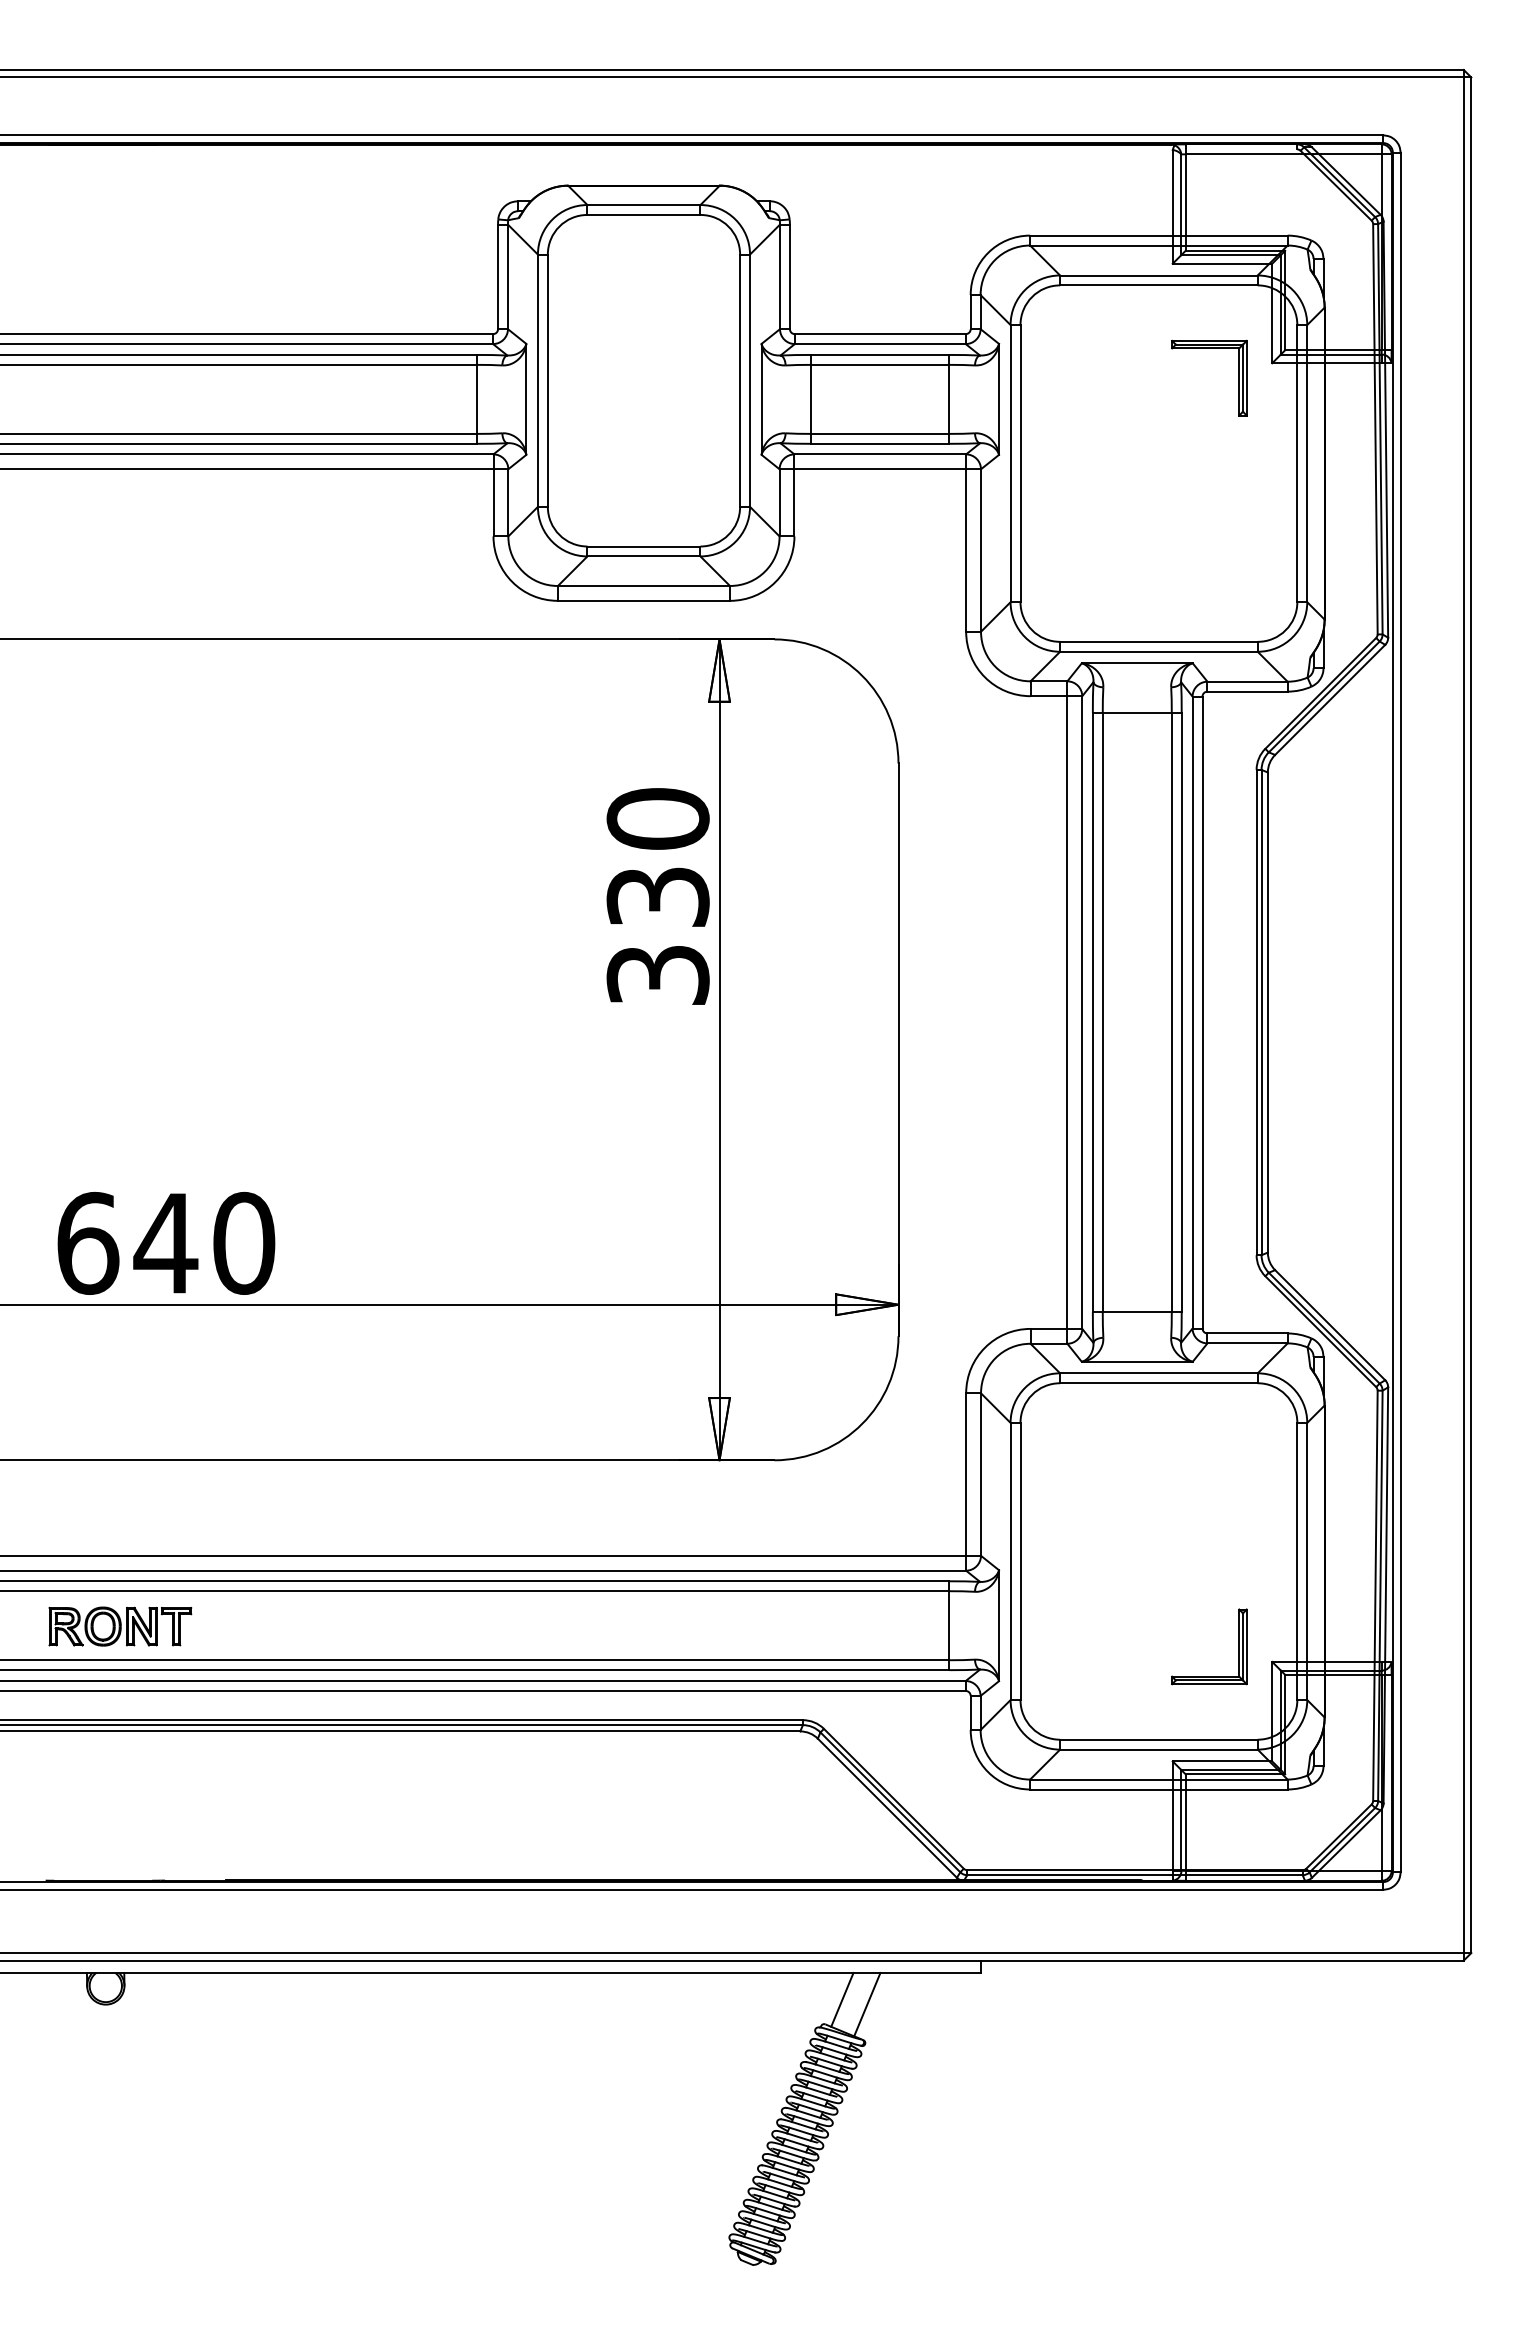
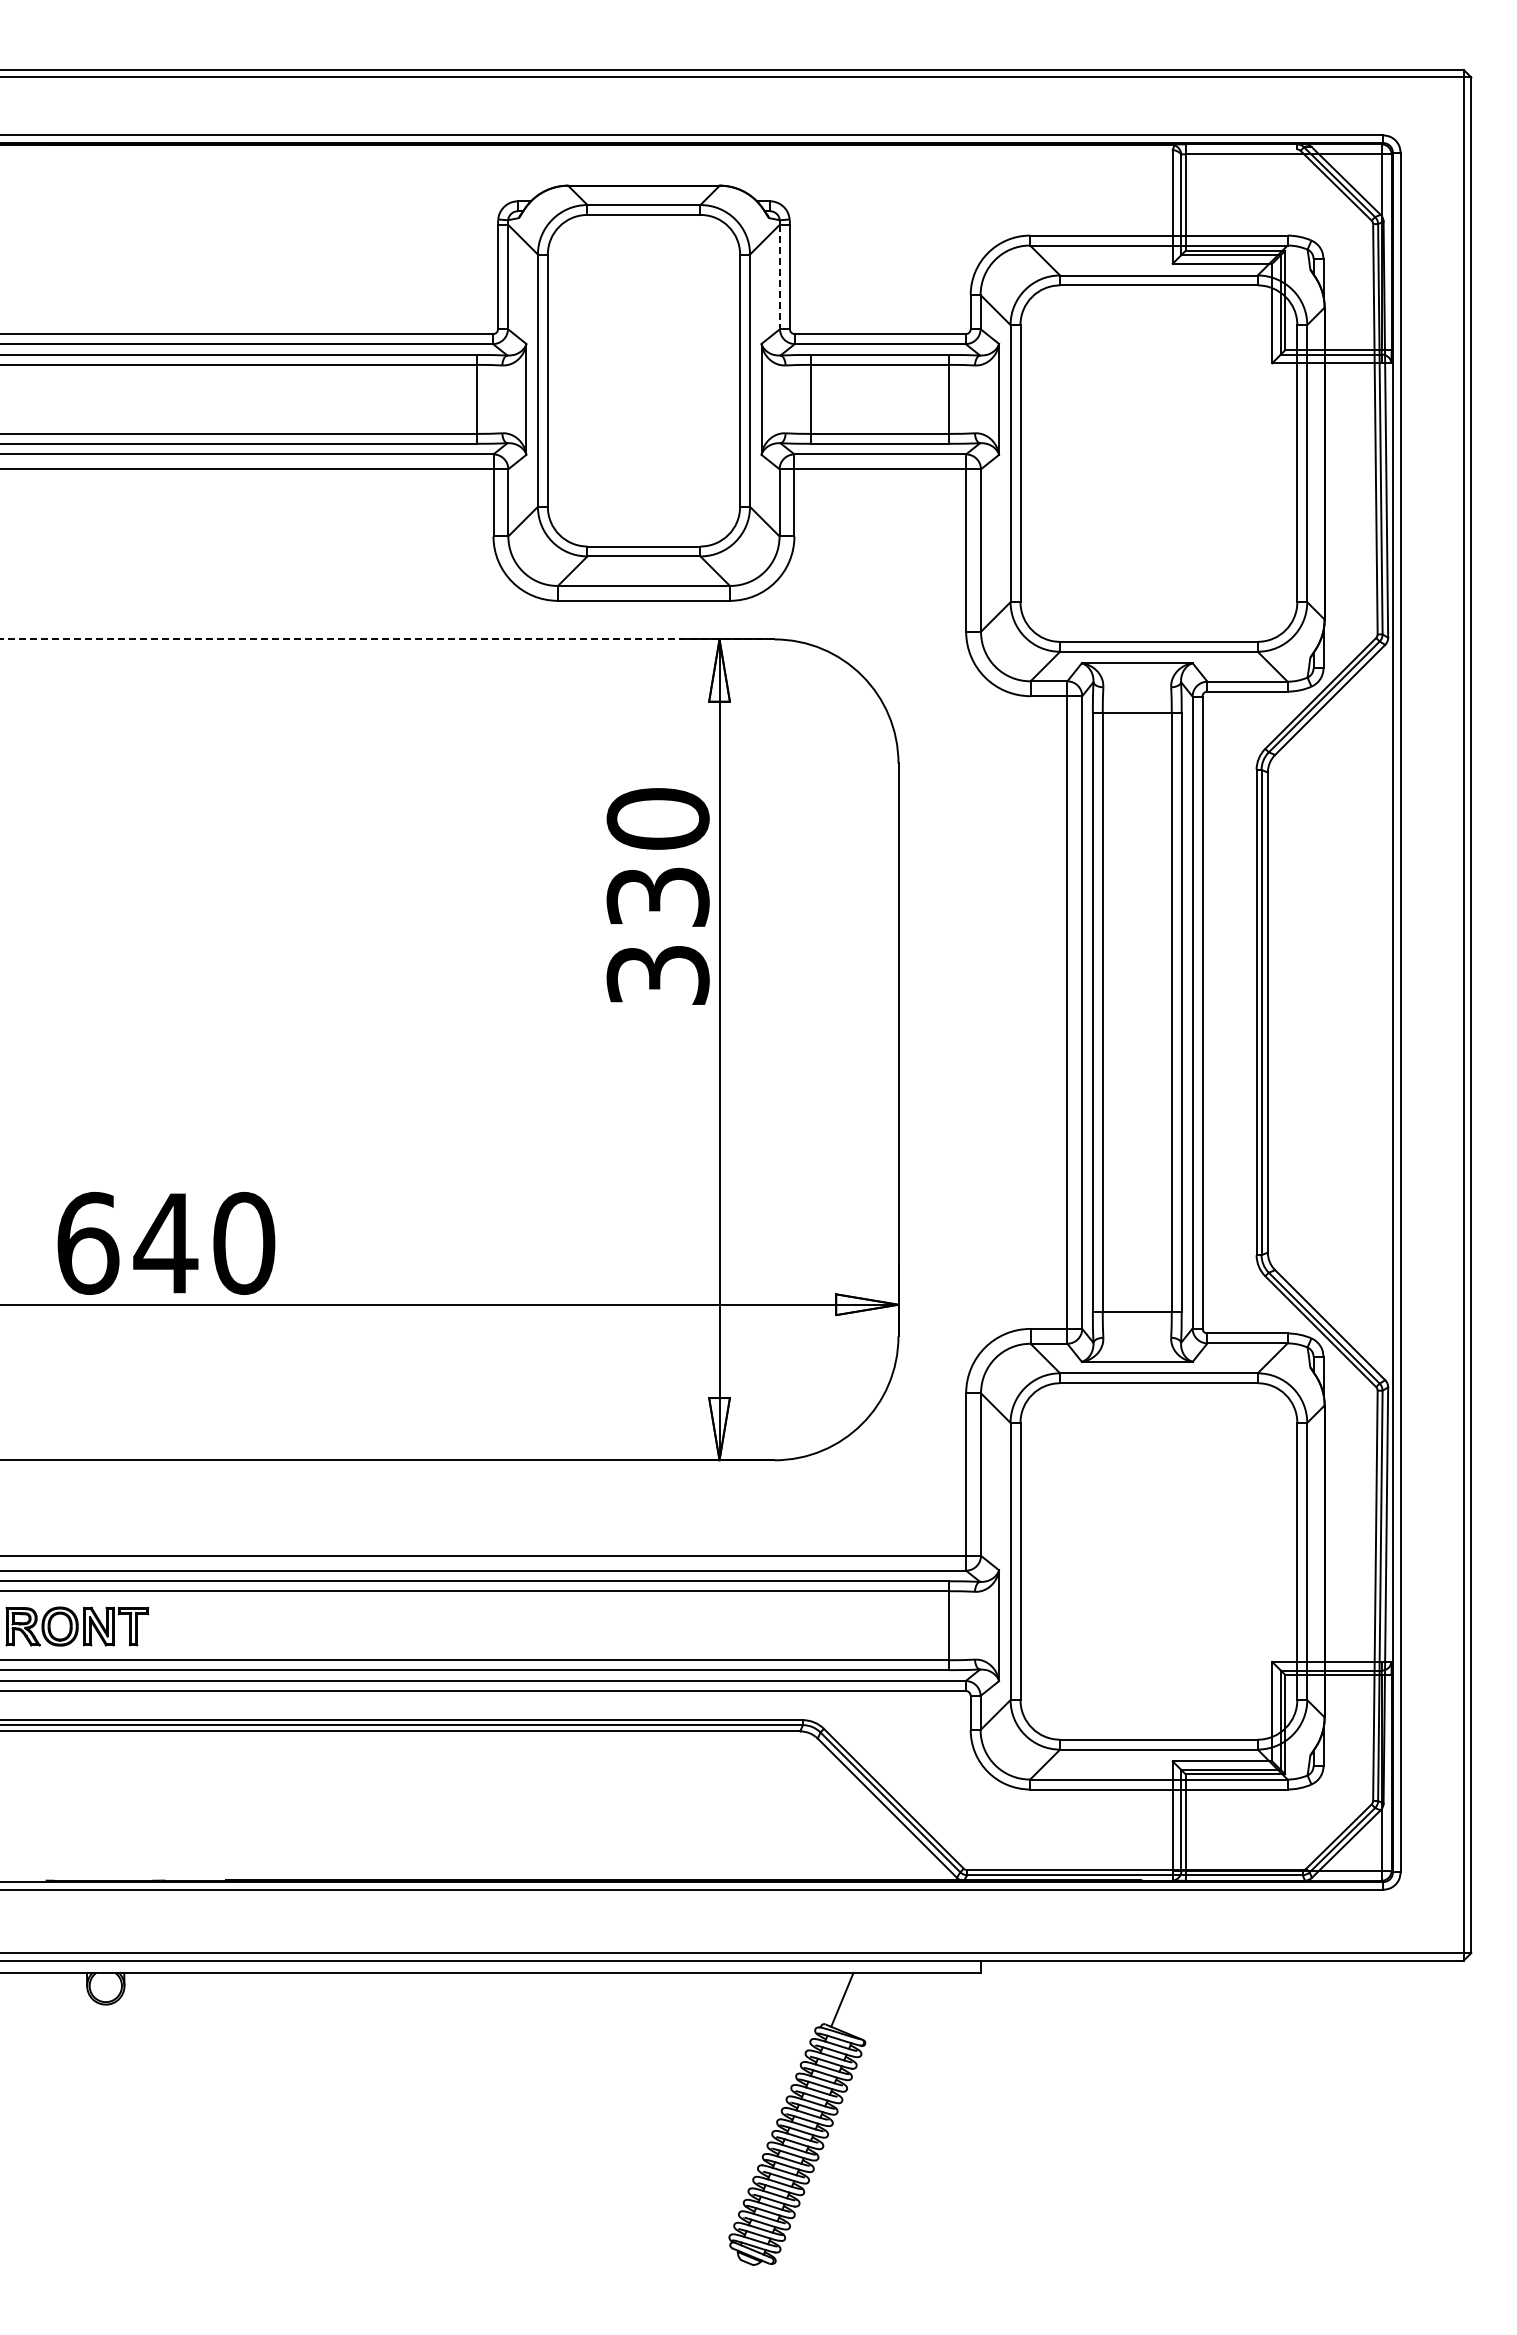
line at (779, 277): solid -> dashed
part at (1209, 348): present -> none
line at (387, 639): solid -> dashed
part at (120, 1626) position: (120, 1626) -> (77, 1626)
part at (1238, 1646): present -> none
line at (867, 2004): present -> none
